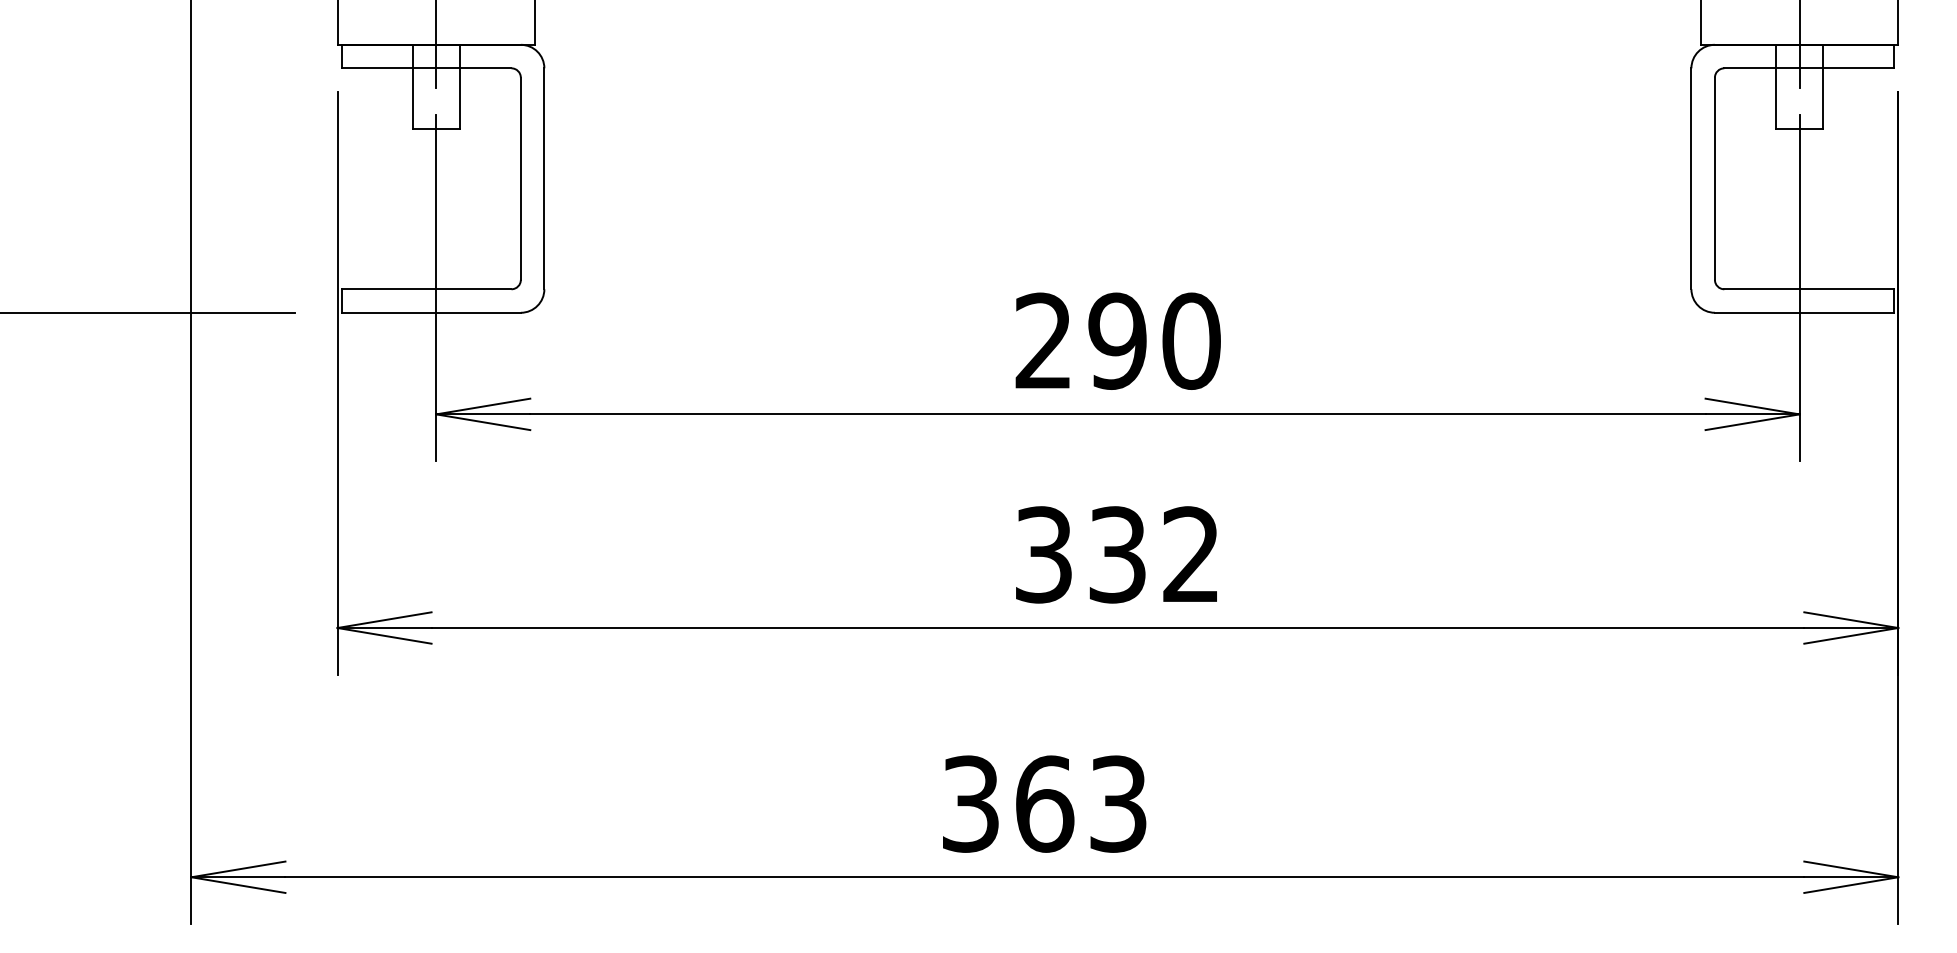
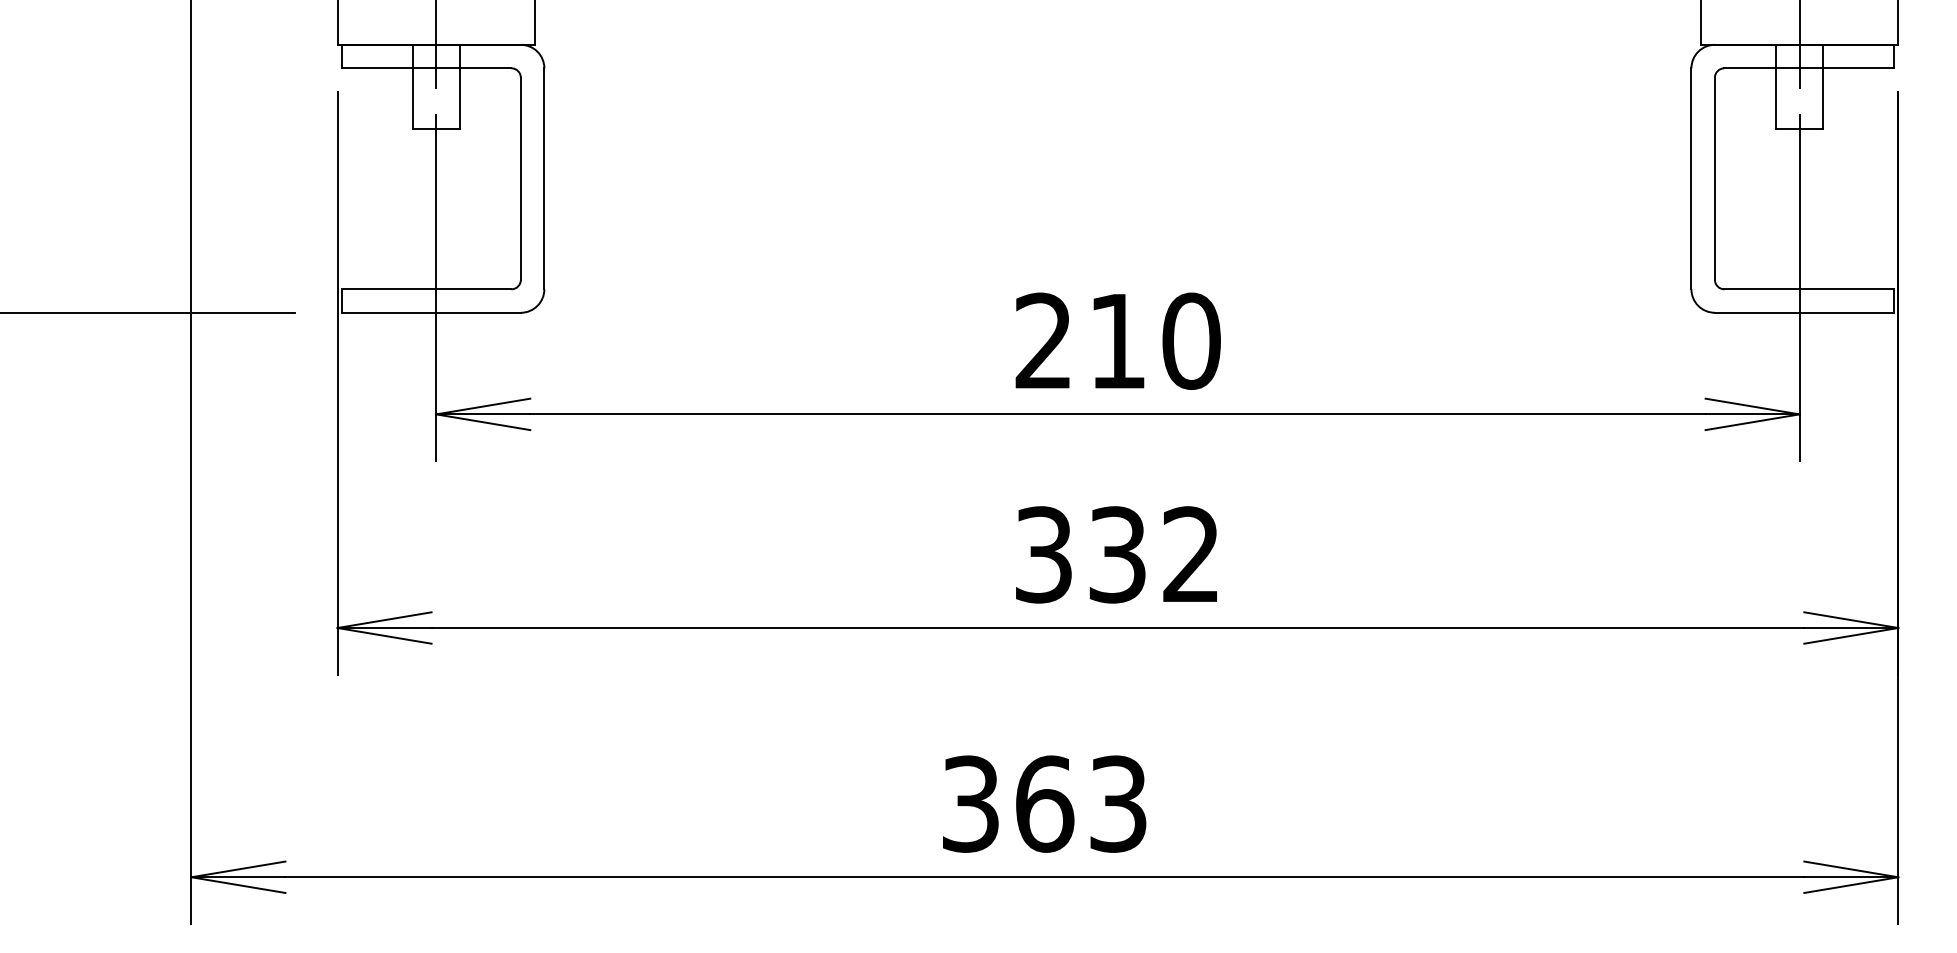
text at (1117, 340): 290 -> 210
